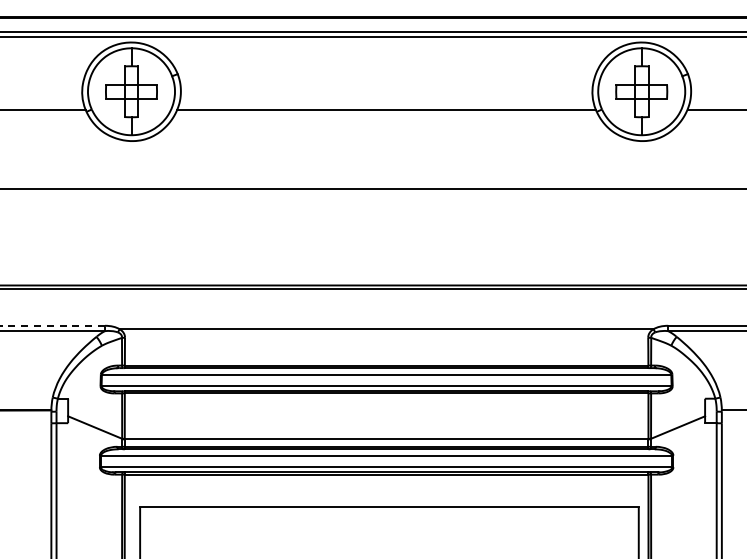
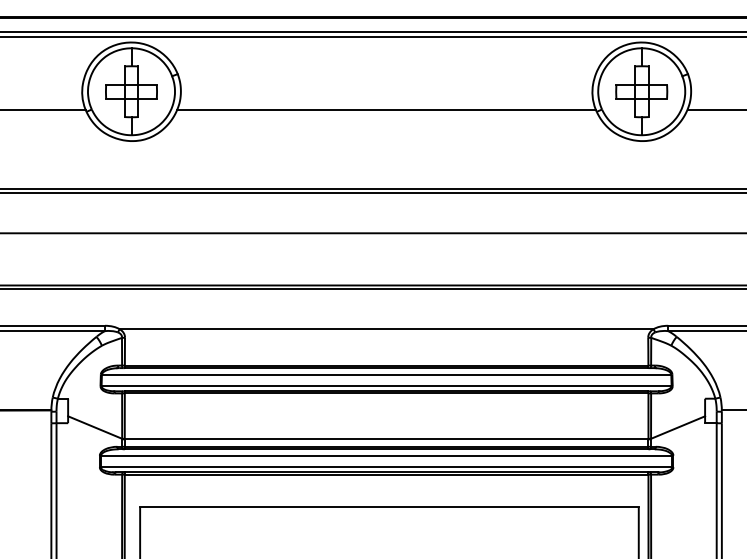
line at (372, 193): none -> present
line at (372, 233): none -> present
line at (52, 325): dashed -> solid
